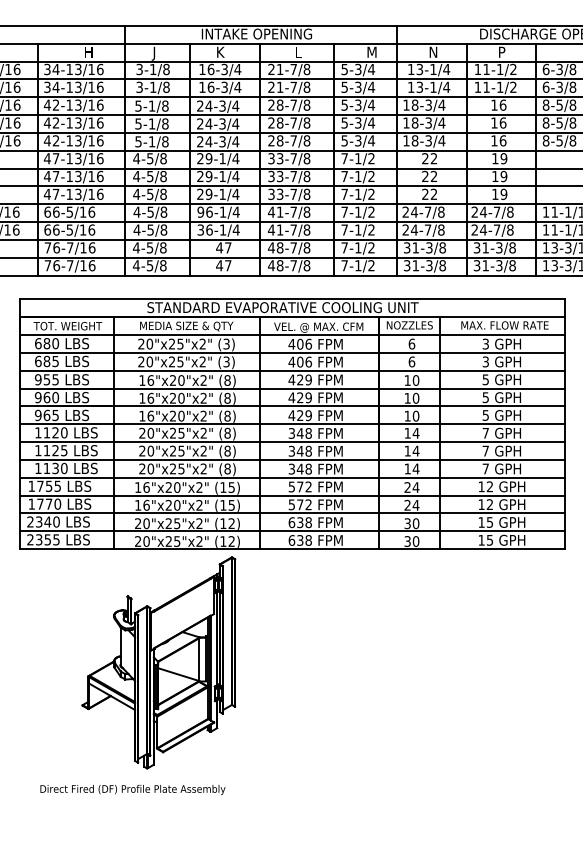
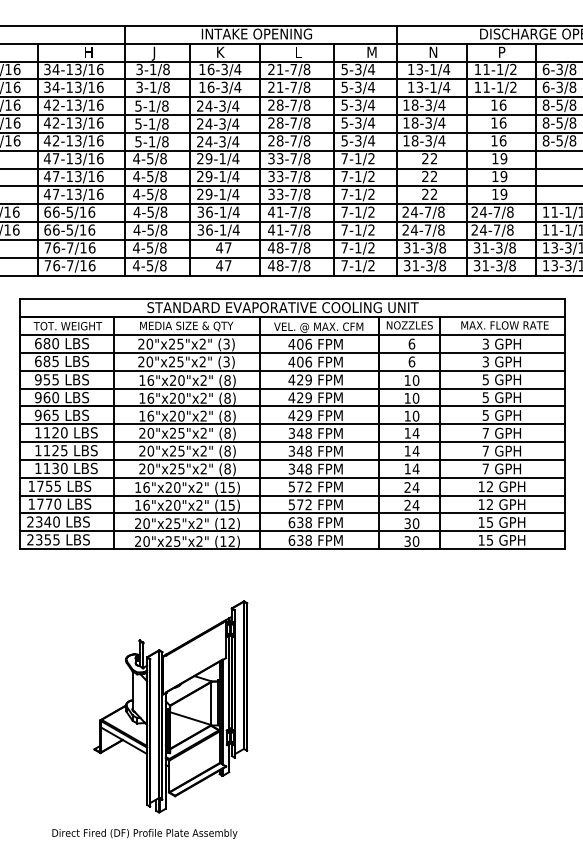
text at (200, 211): 96-1/4 -> 36-1/4
part at (138, 675) position: (138, 675) -> (150, 719)
